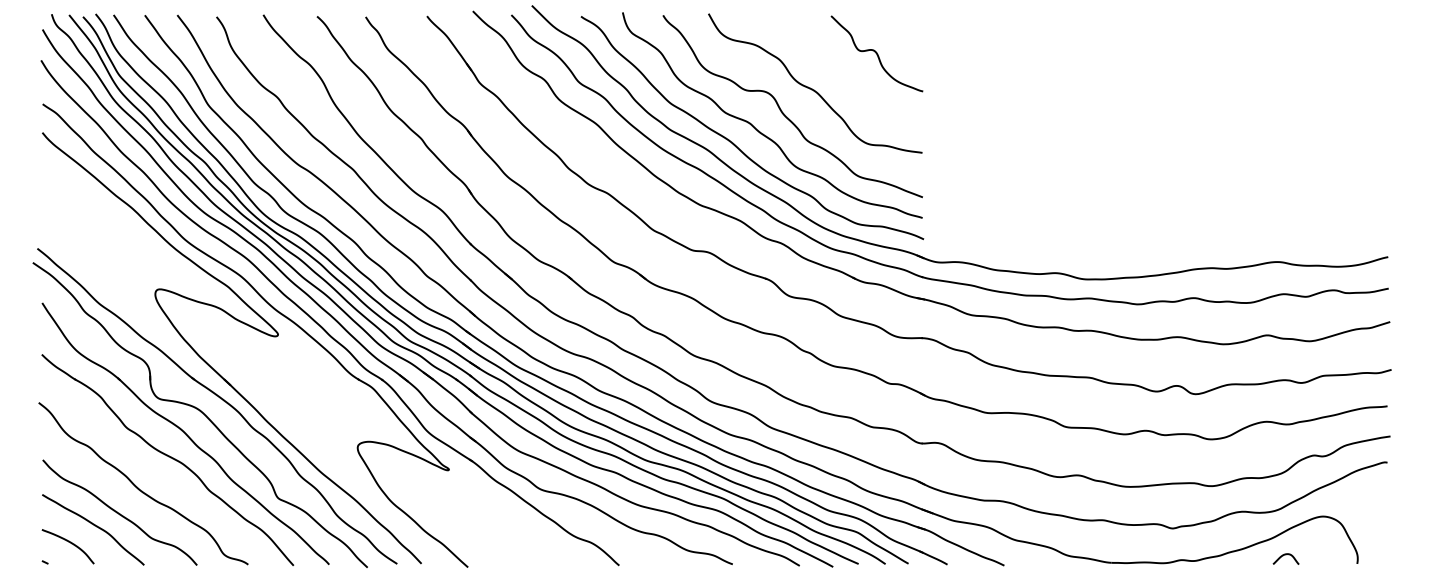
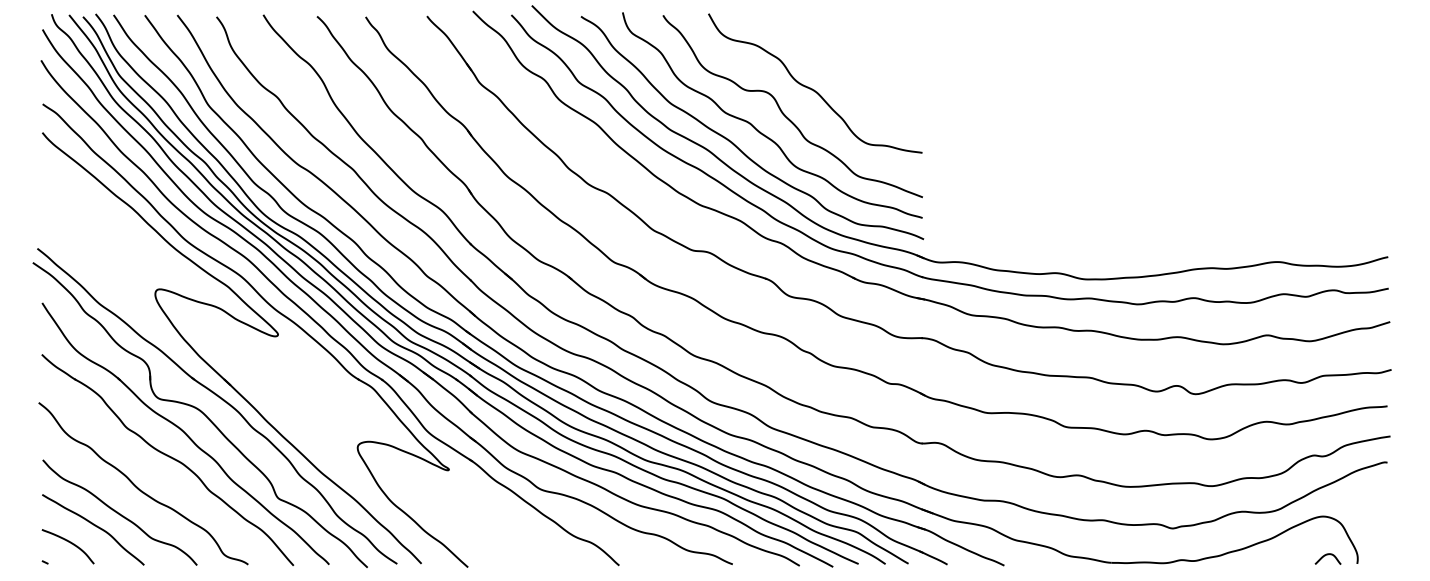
curve at (876, 53): present -> none
curve at (1283, 556) position: (1283, 556) -> (1325, 556)
